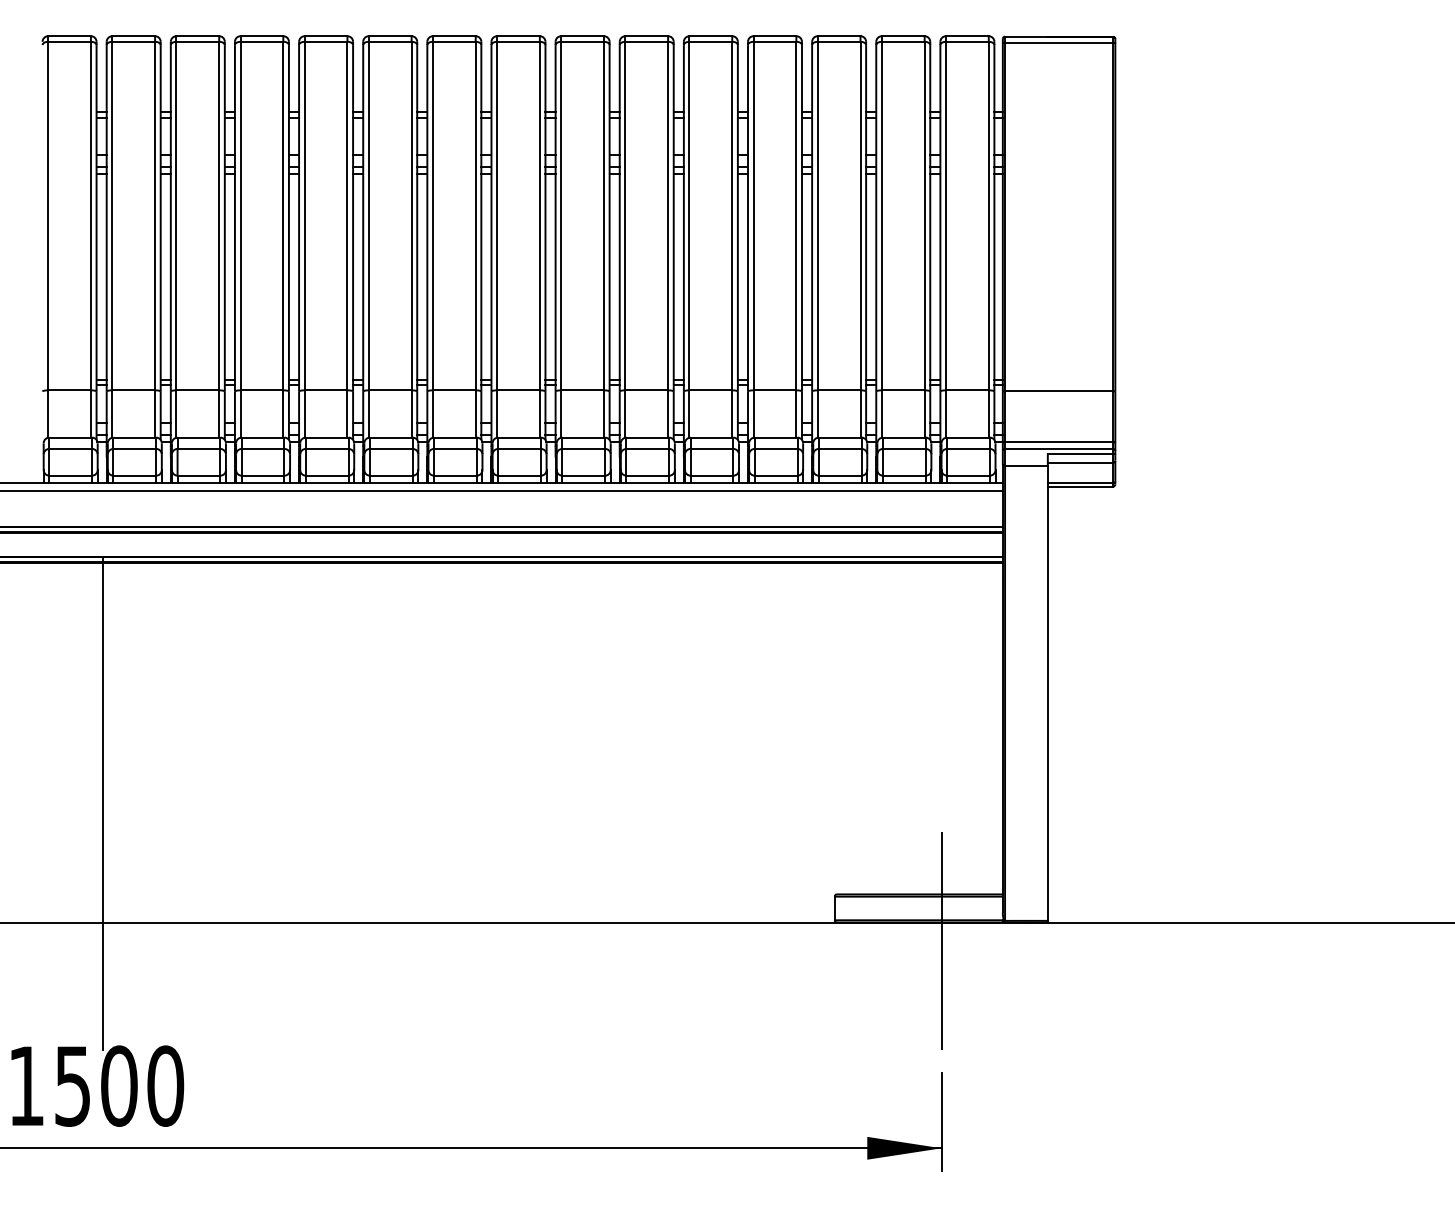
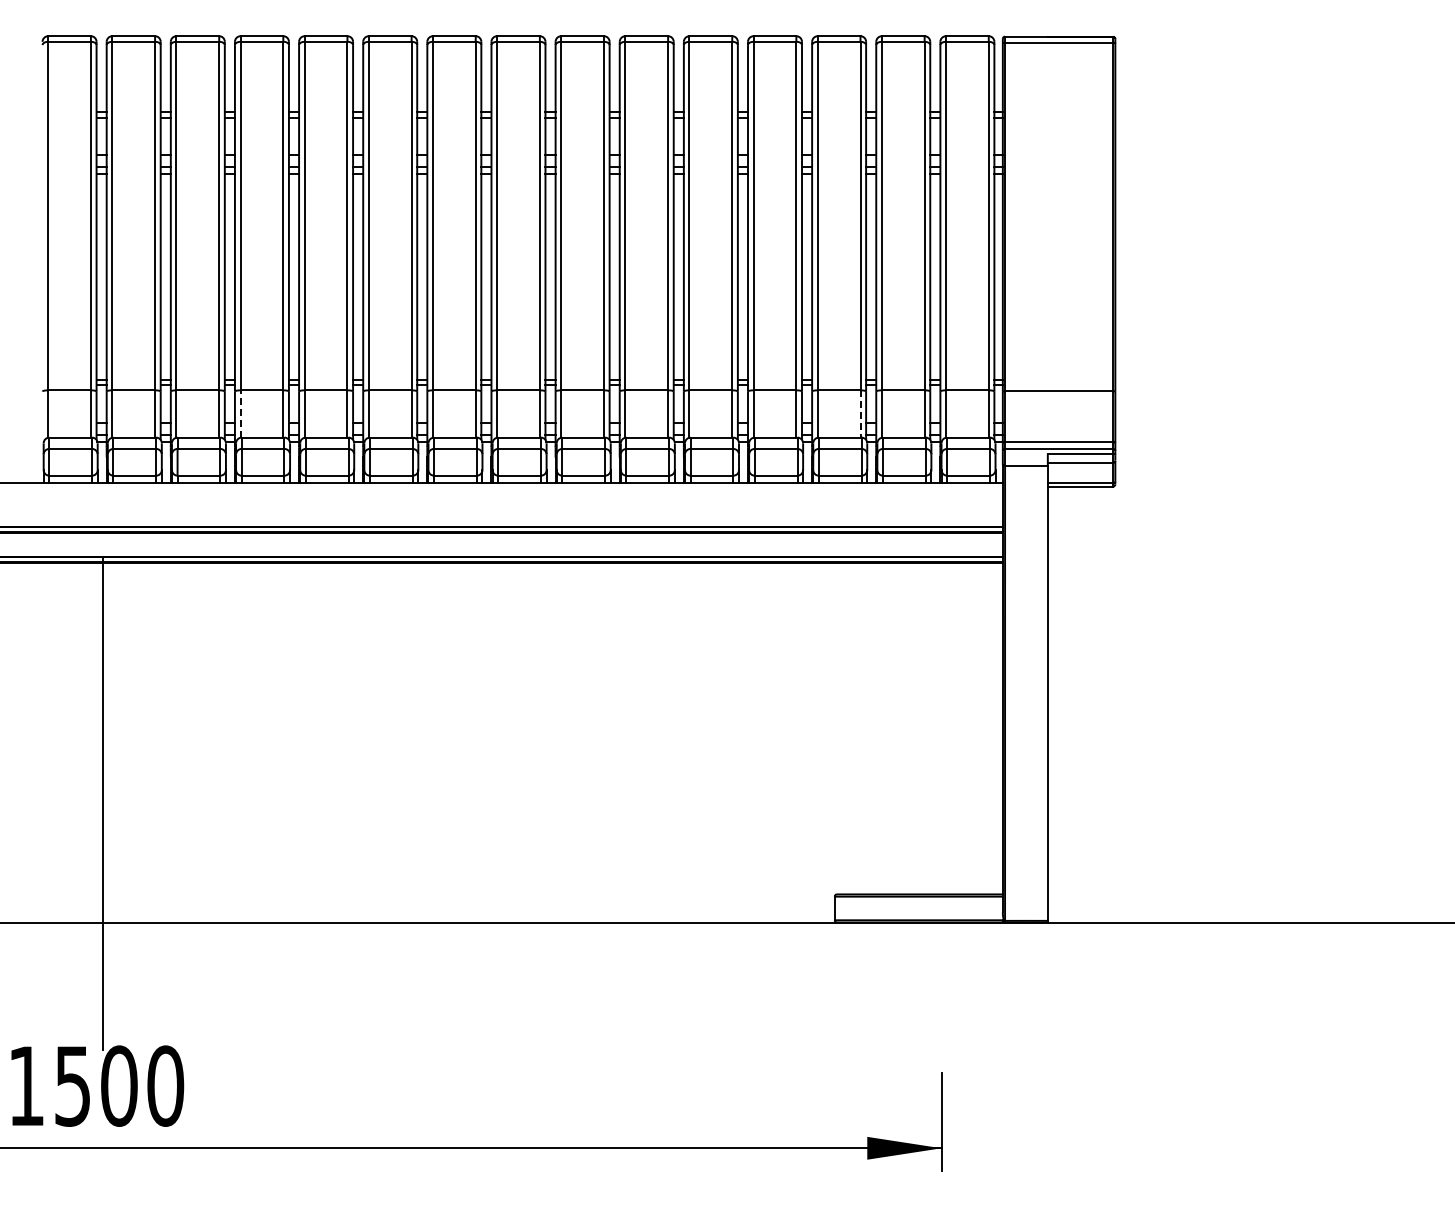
line at (860, 413): solid -> dashed
line at (240, 414): solid -> dashed
line at (502, 490): present -> none
line at (941, 940): present -> none
